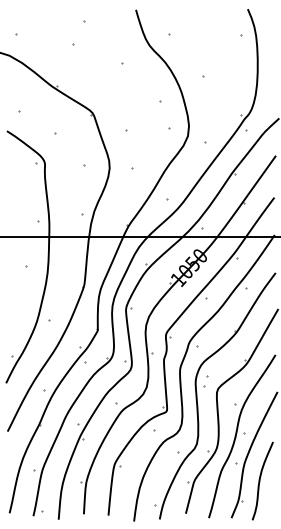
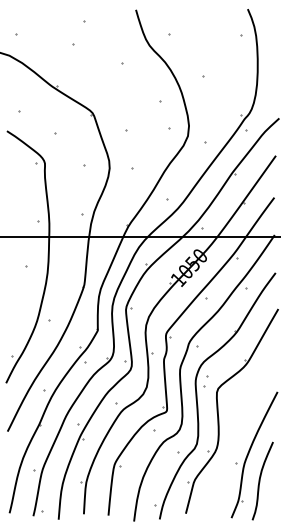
part at (242, 436): present -> none
